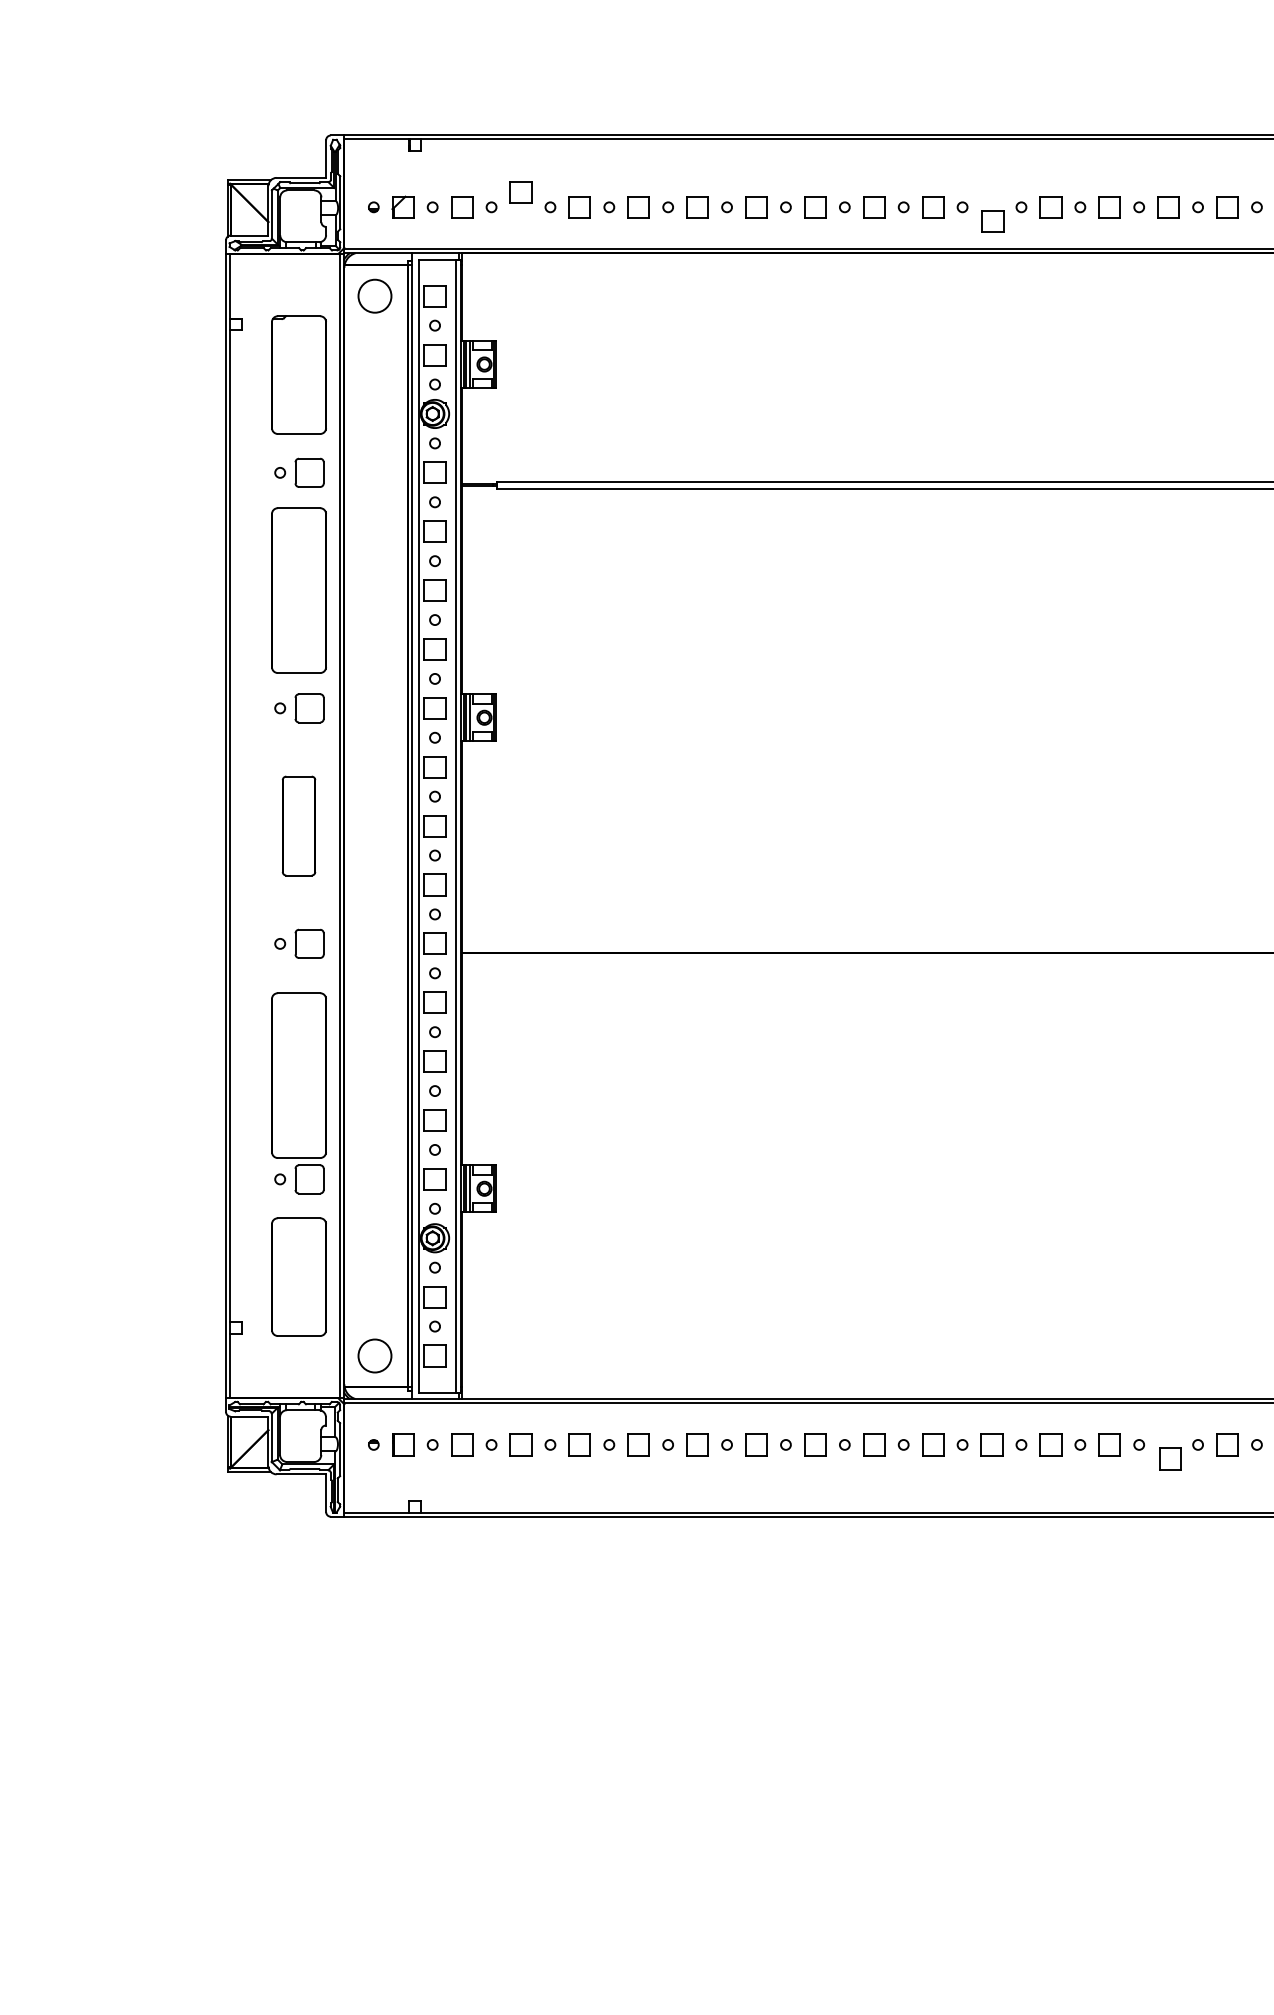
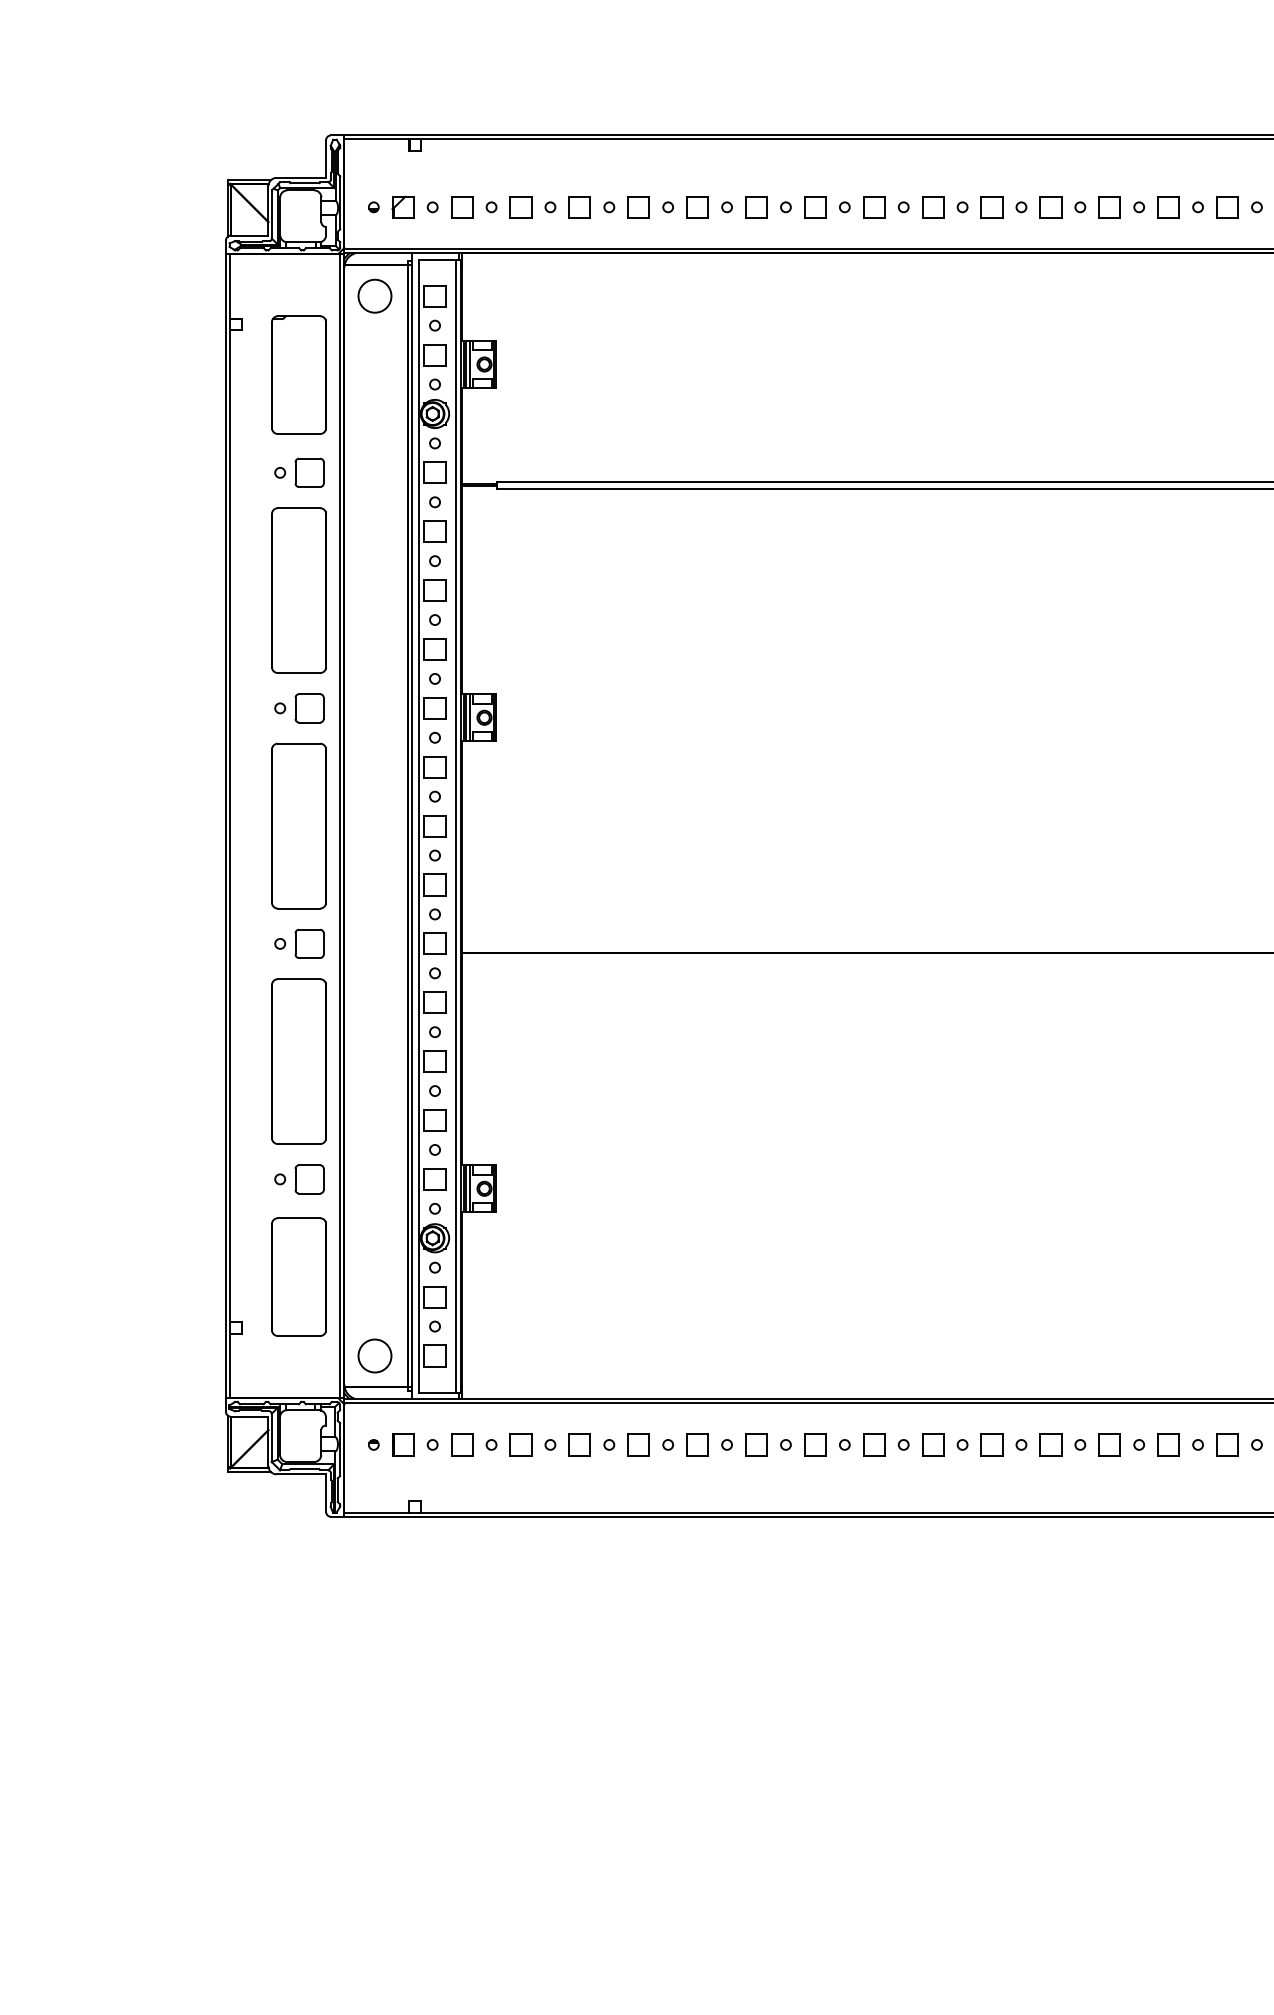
part at (520, 192) position: (520, 192) -> (520, 207)
part at (992, 221) position: (992, 221) -> (991, 207)
part at (298, 825) size: 36x102 px -> 56x168 px
part at (298, 1075) position: (298, 1075) -> (298, 1061)
part at (1170, 1458) position: (1170, 1458) -> (1168, 1444)
